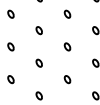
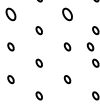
part at (10, 13) size: 8x10 px -> 12x15 px
part at (67, 13) size: 9x10 px -> 11x15 px
part at (90, 46): none -> present
